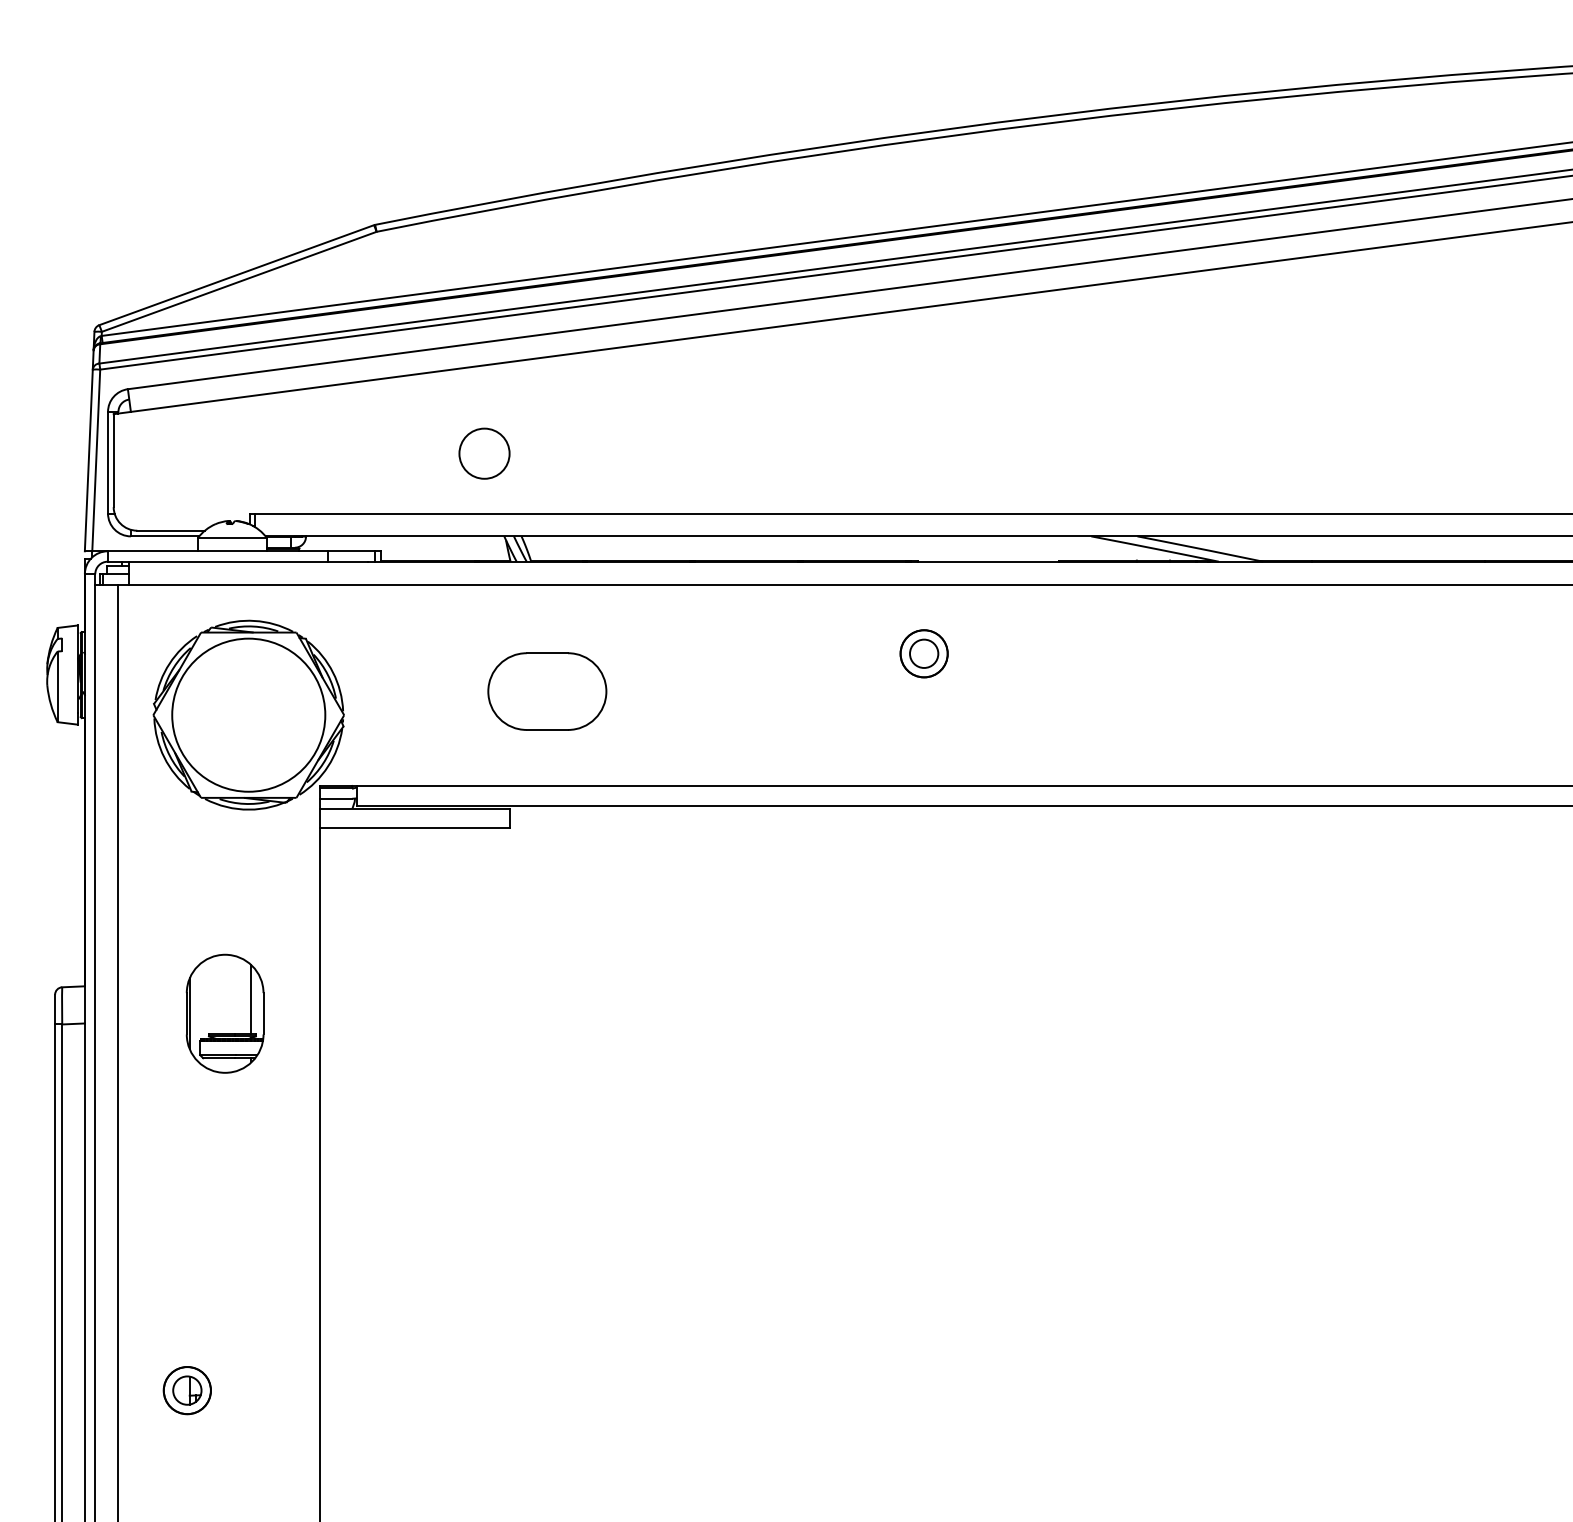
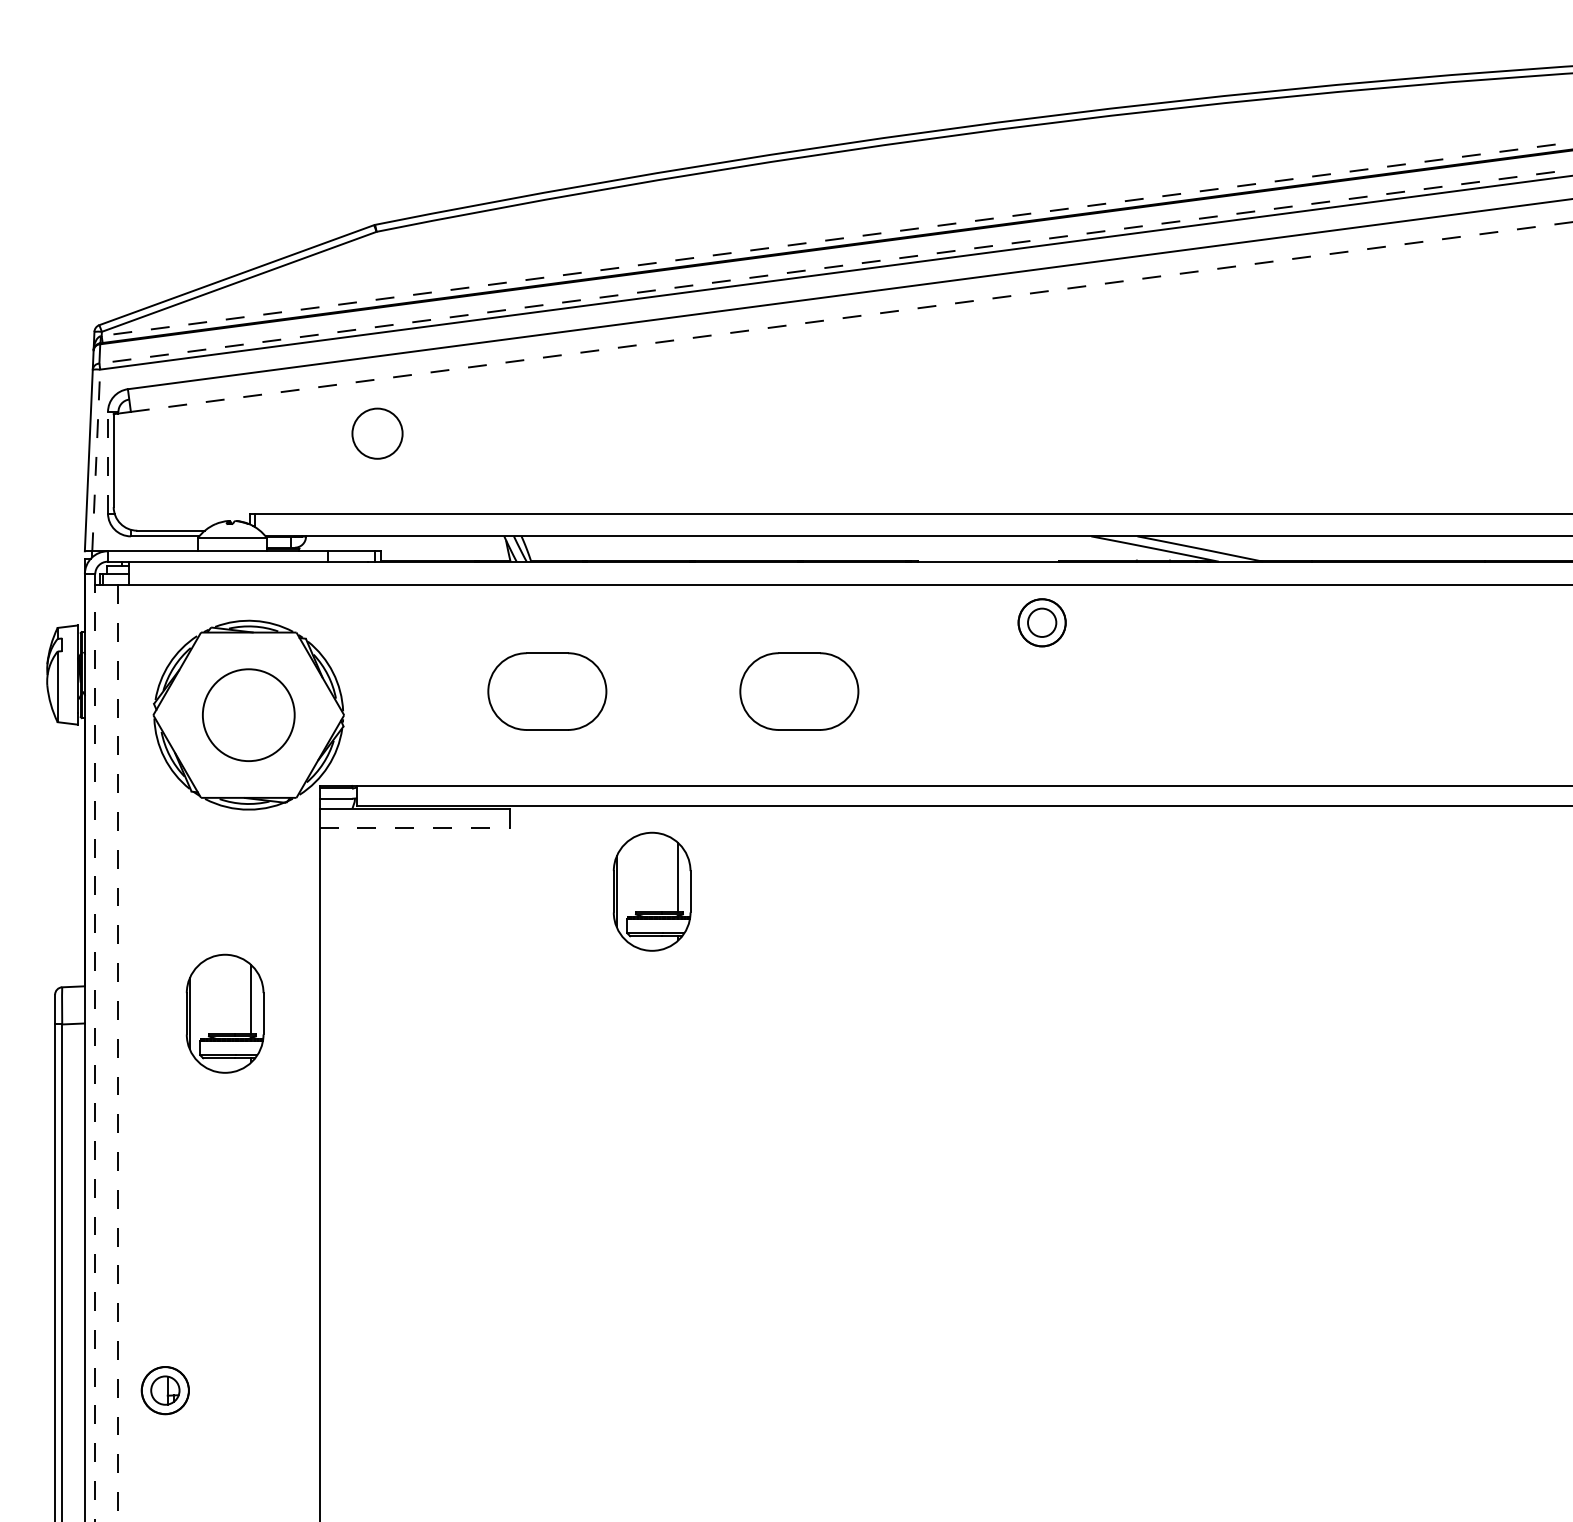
line at (837, 239): solid -> dashed
line at (835, 266): solid -> dashed
line at (851, 317): solid -> dashed
circle at (484, 453) position: (484, 453) -> (377, 433)
line at (96, 460): solid -> dashed
line at (108, 462): solid -> dashed
part at (923, 653) position: (923, 653) -> (1041, 622)
part at (799, 691): none -> present
circle at (248, 714) diameter: 153 px -> 92 px
line at (415, 827): solid -> dashed
part at (651, 891): none -> present
line at (95, 1048): solid -> dashed
line at (118, 1053): solid -> dashed
part at (186, 1390) position: (186, 1390) -> (164, 1390)
